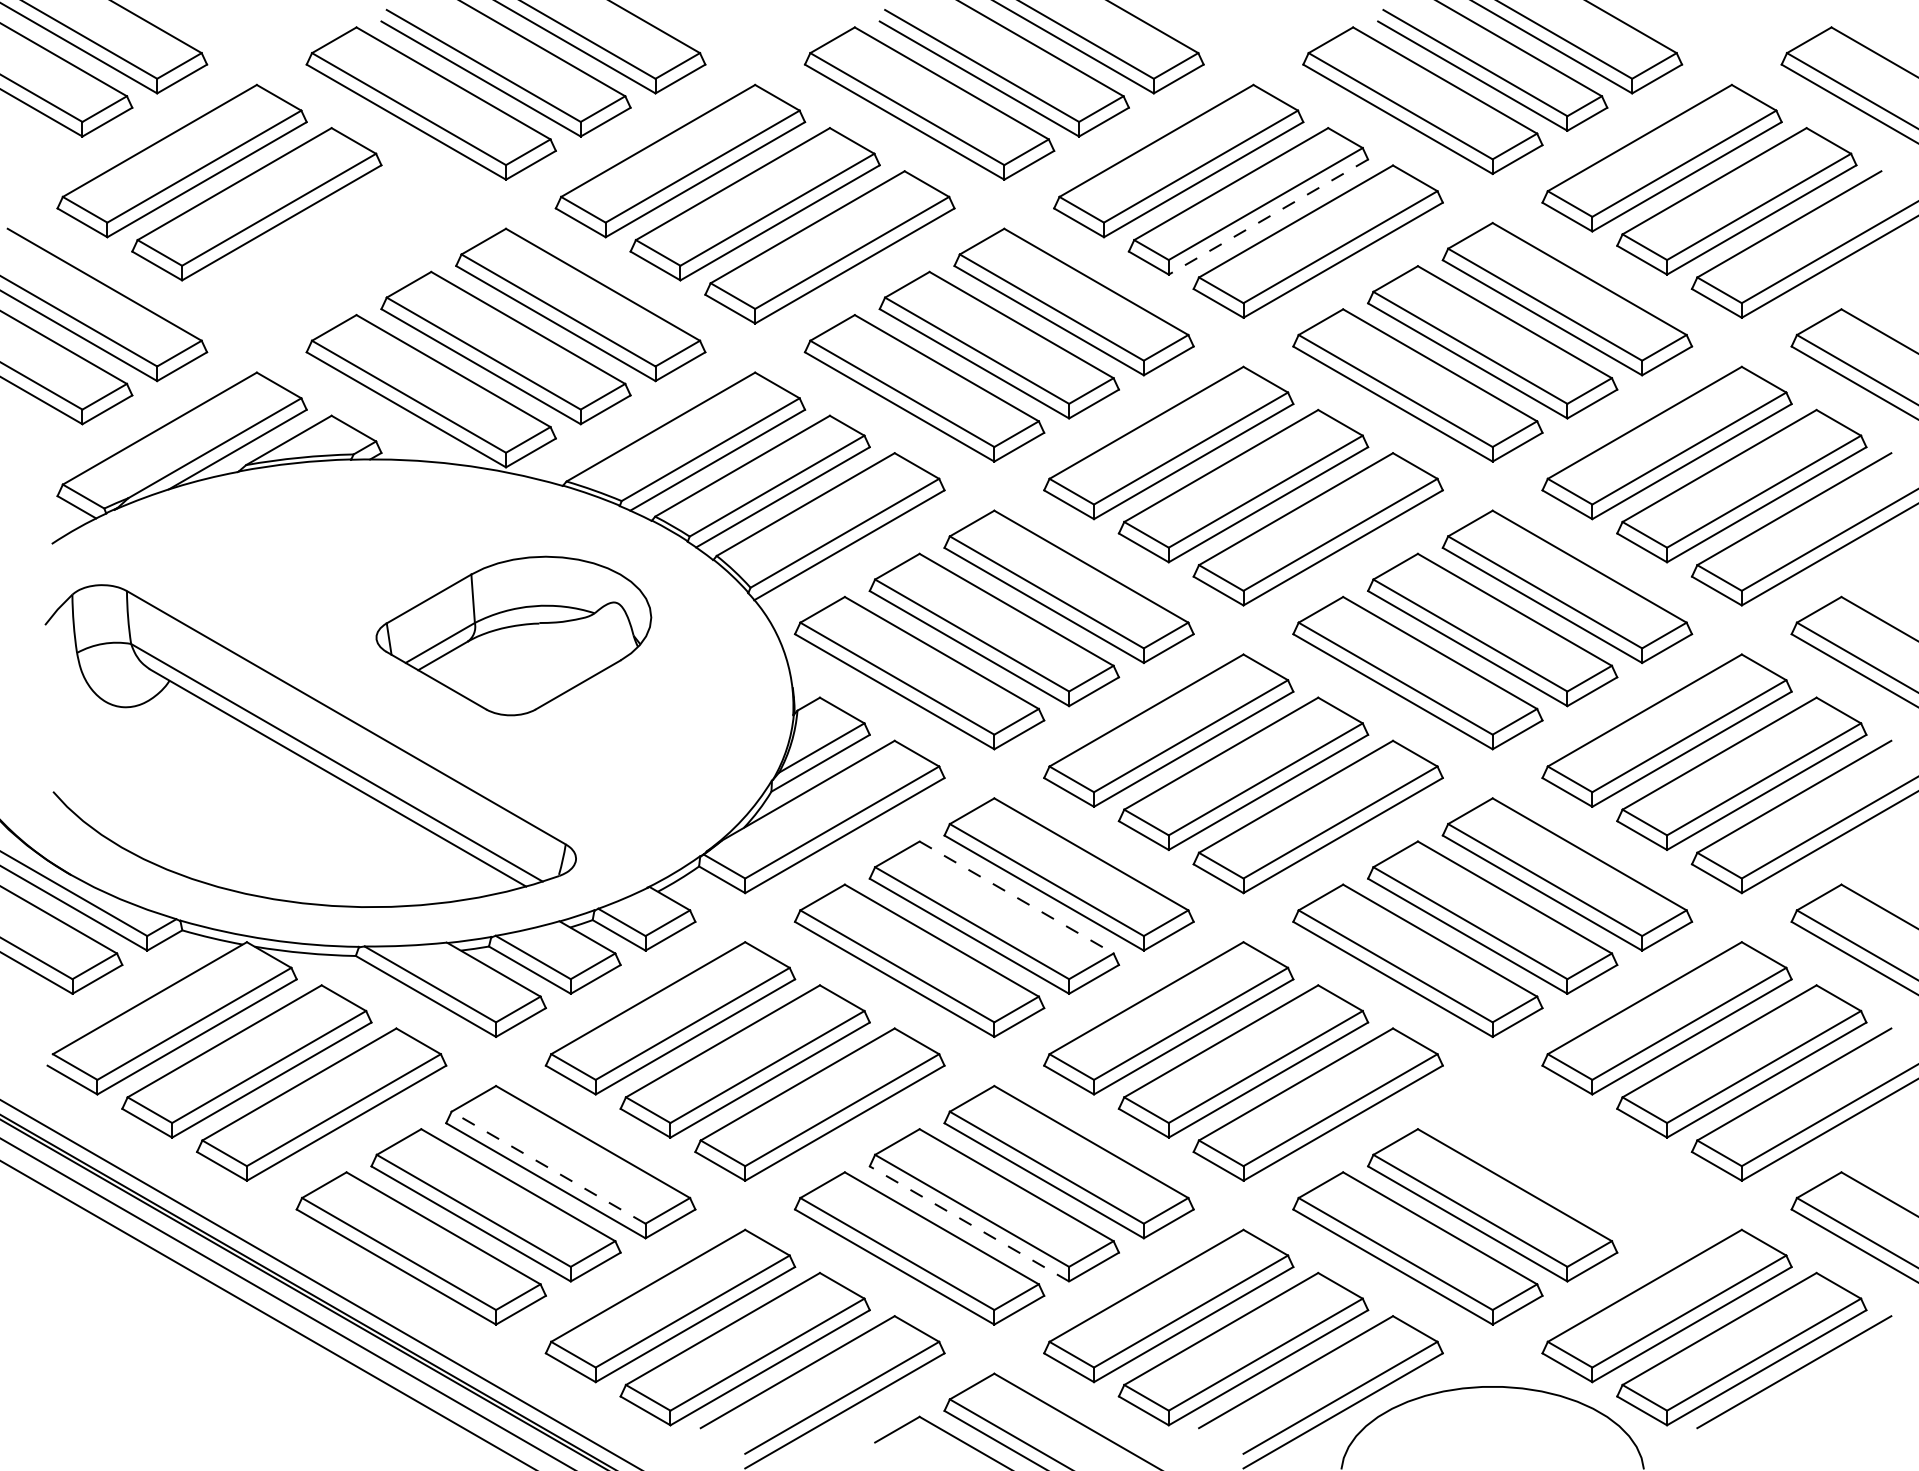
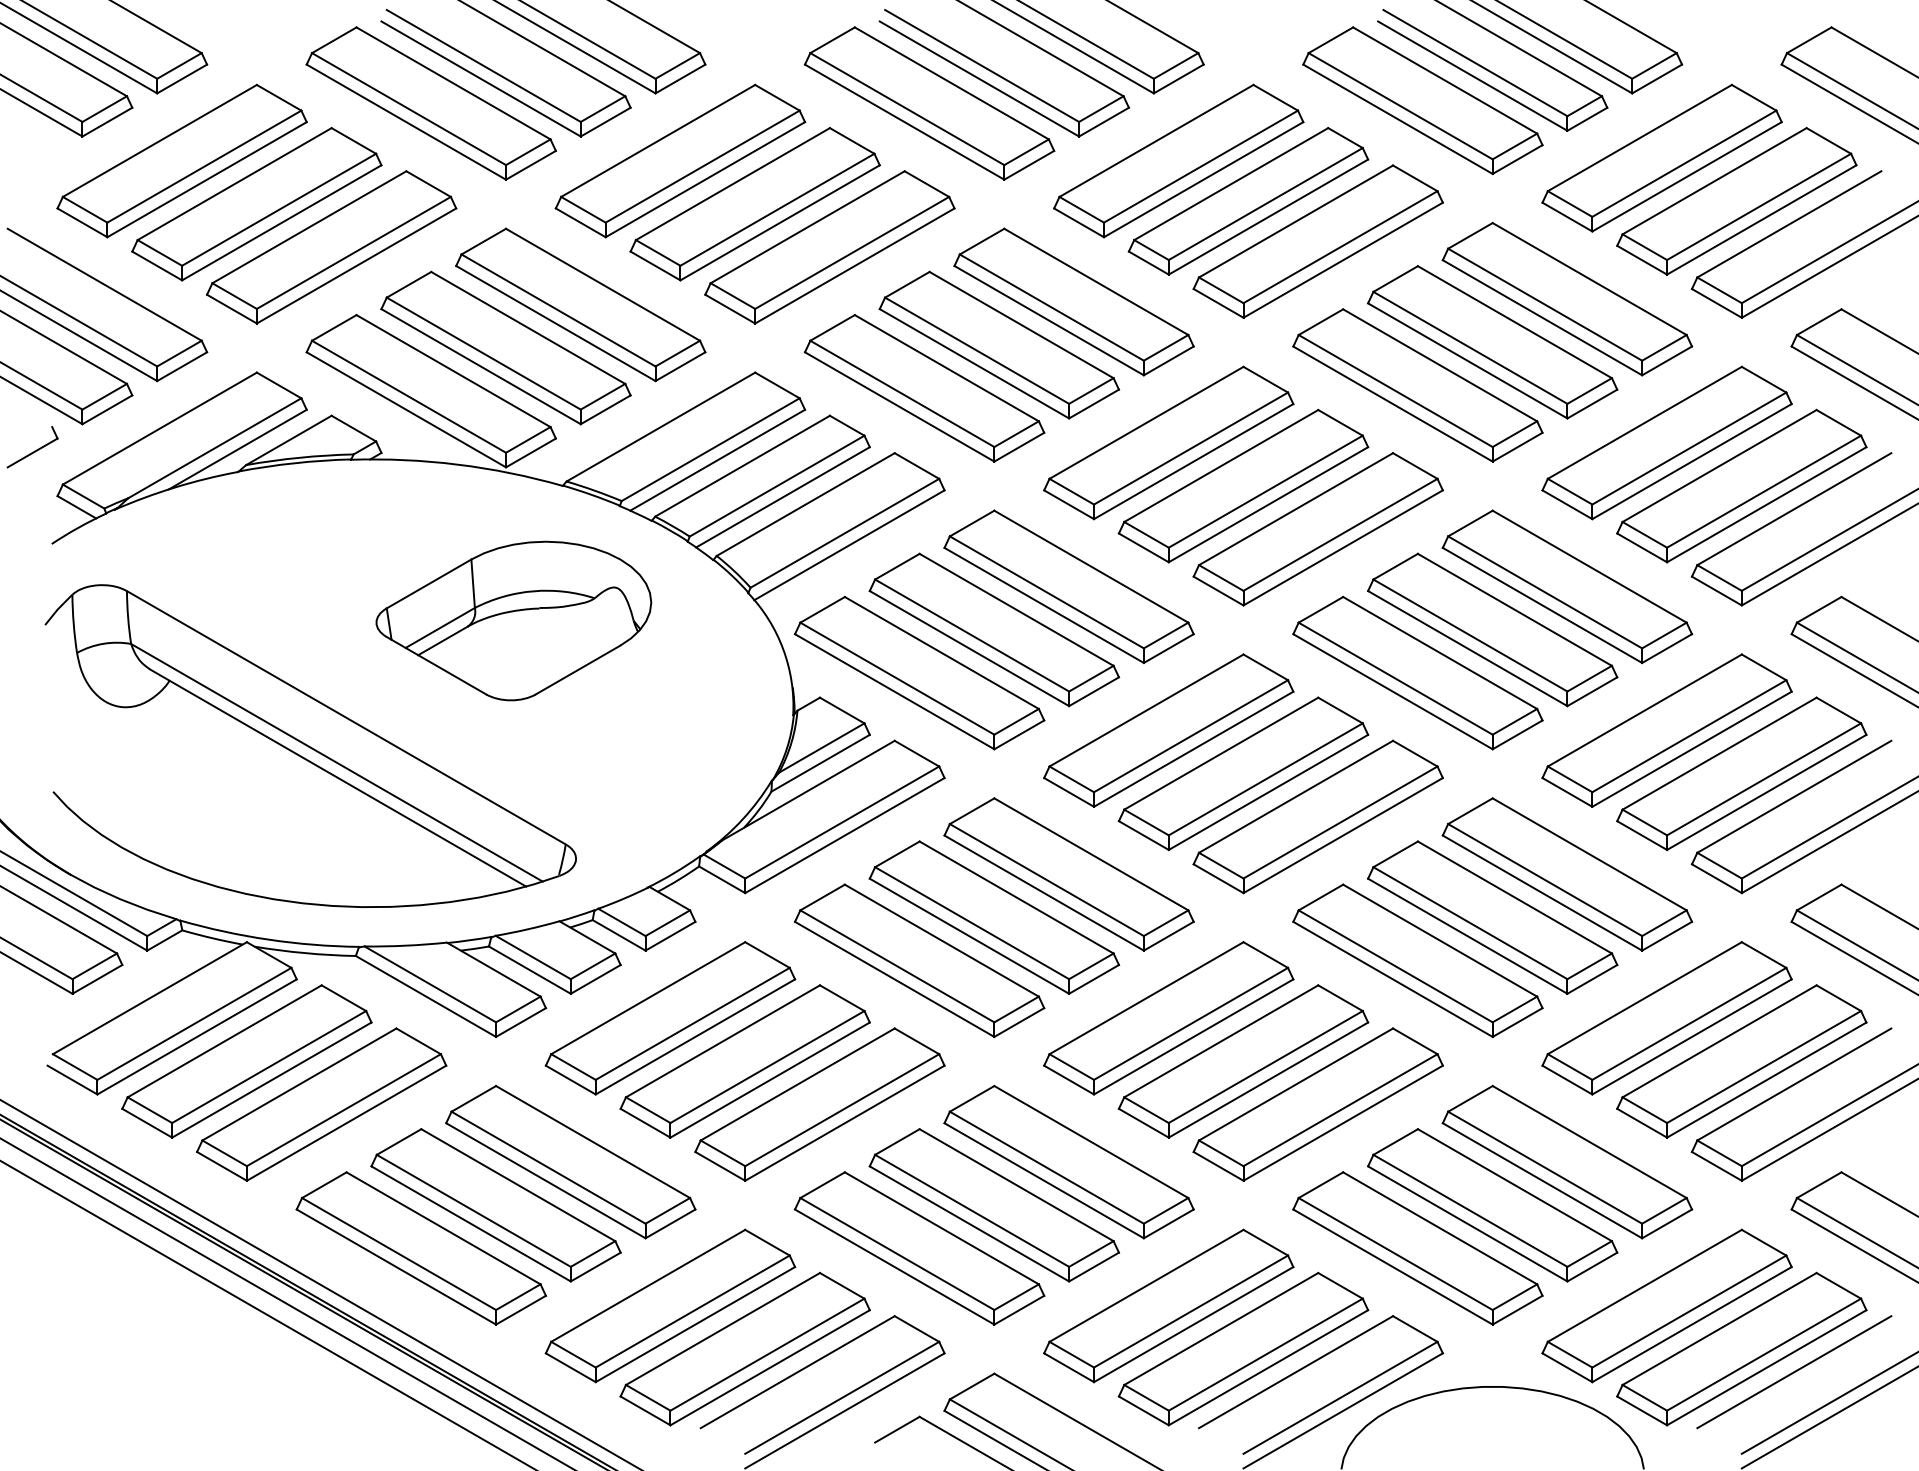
line at (1268, 217): dashed -> solid
part at (331, 247): none -> present
part at (32, 447): none -> present
part at (513, 635) position: (513, 635) -> (513, 620)
line at (1016, 897): dashed -> solid
part at (1567, 1161): none -> present
line at (548, 1167): dashed -> solid
line at (969, 1223): dashed -> solid
line at (1828, 1403): none -> present
line at (1828, 1417): none -> present
